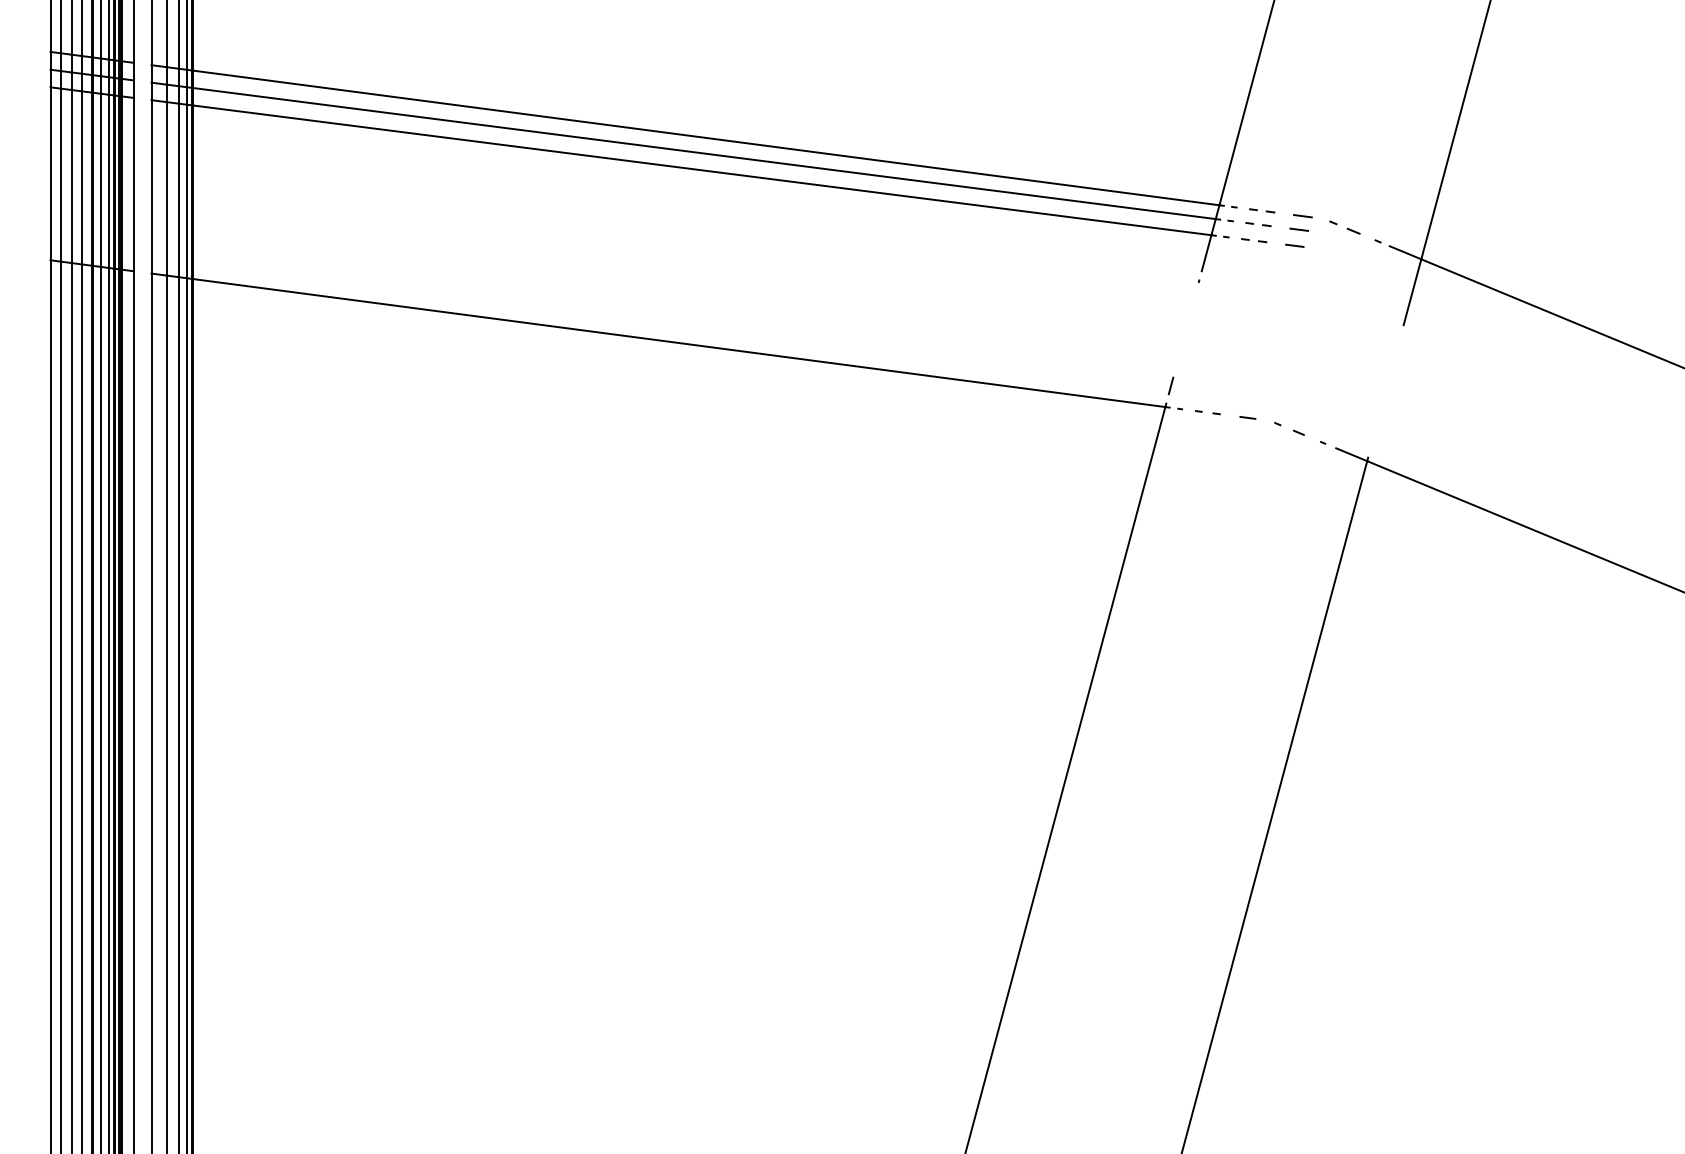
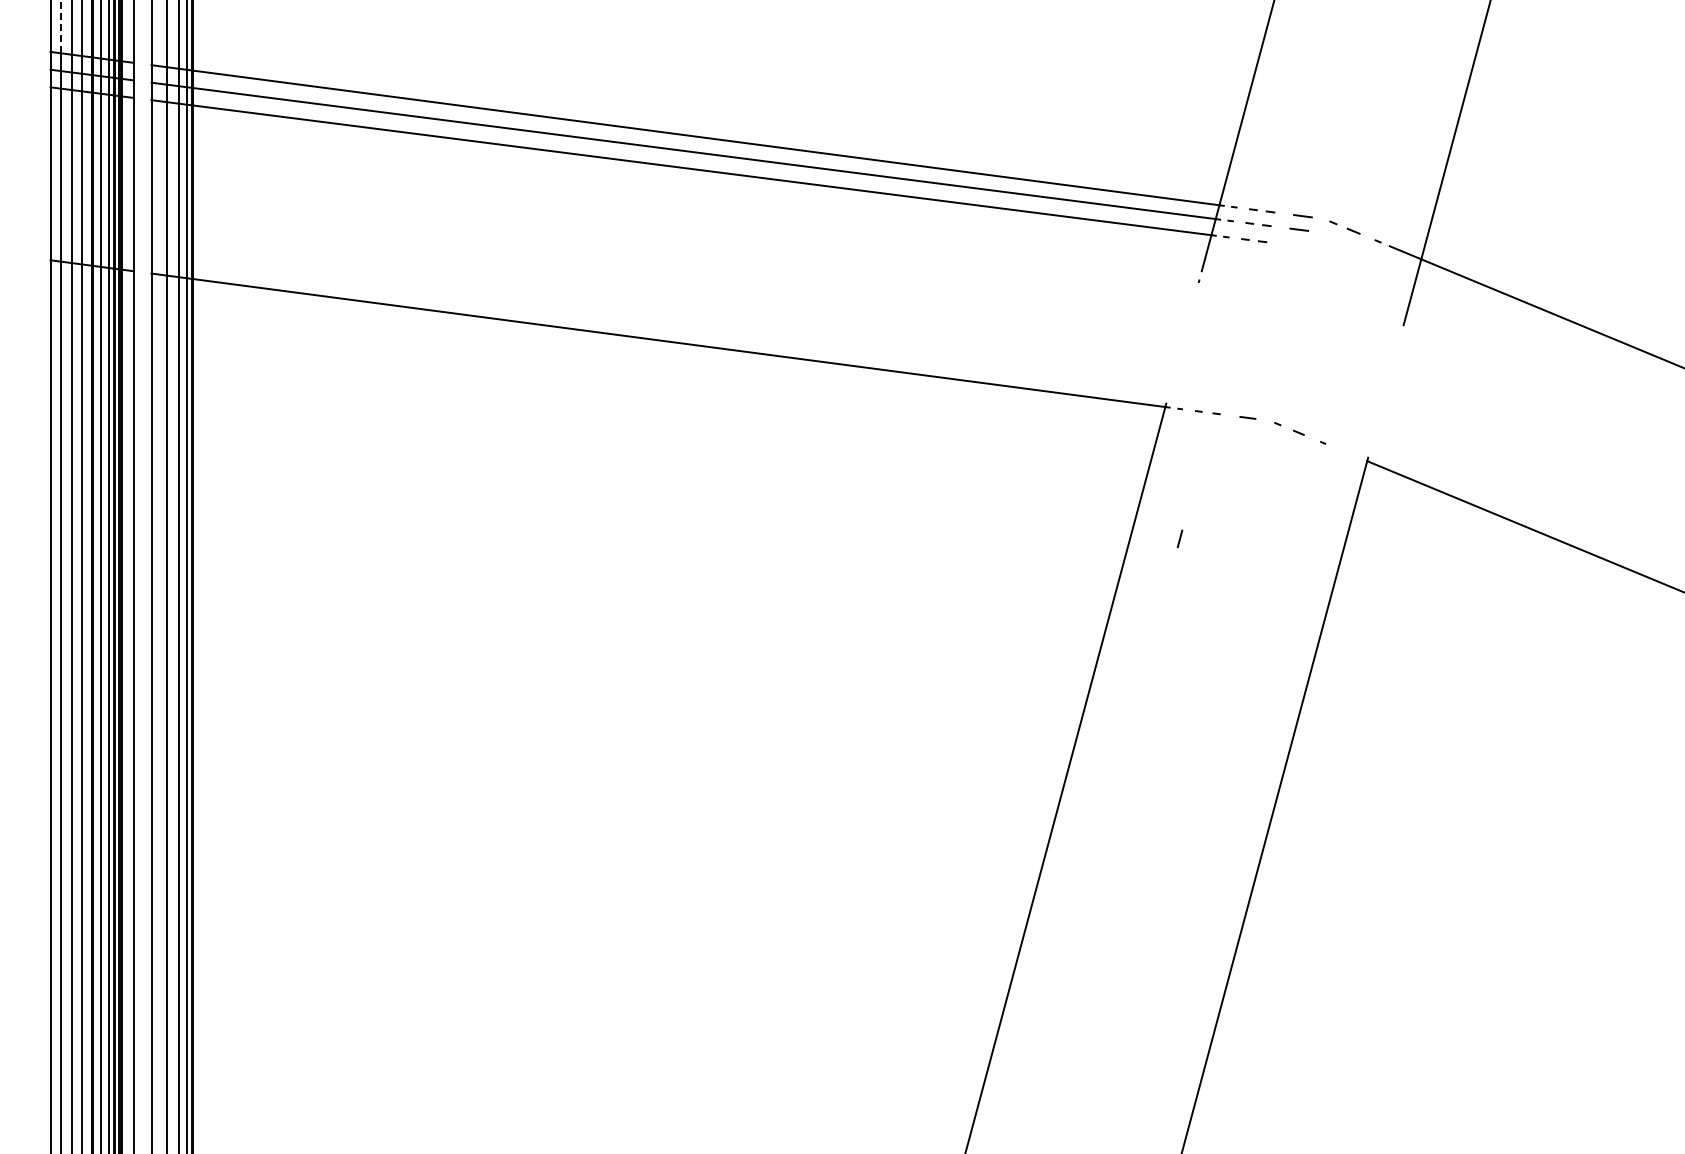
line at (60, 26): solid -> dashed
line at (1294, 245): present -> none
line at (1170, 385) position: (1170, 385) -> (1179, 538)
line at (1350, 454): present -> none
